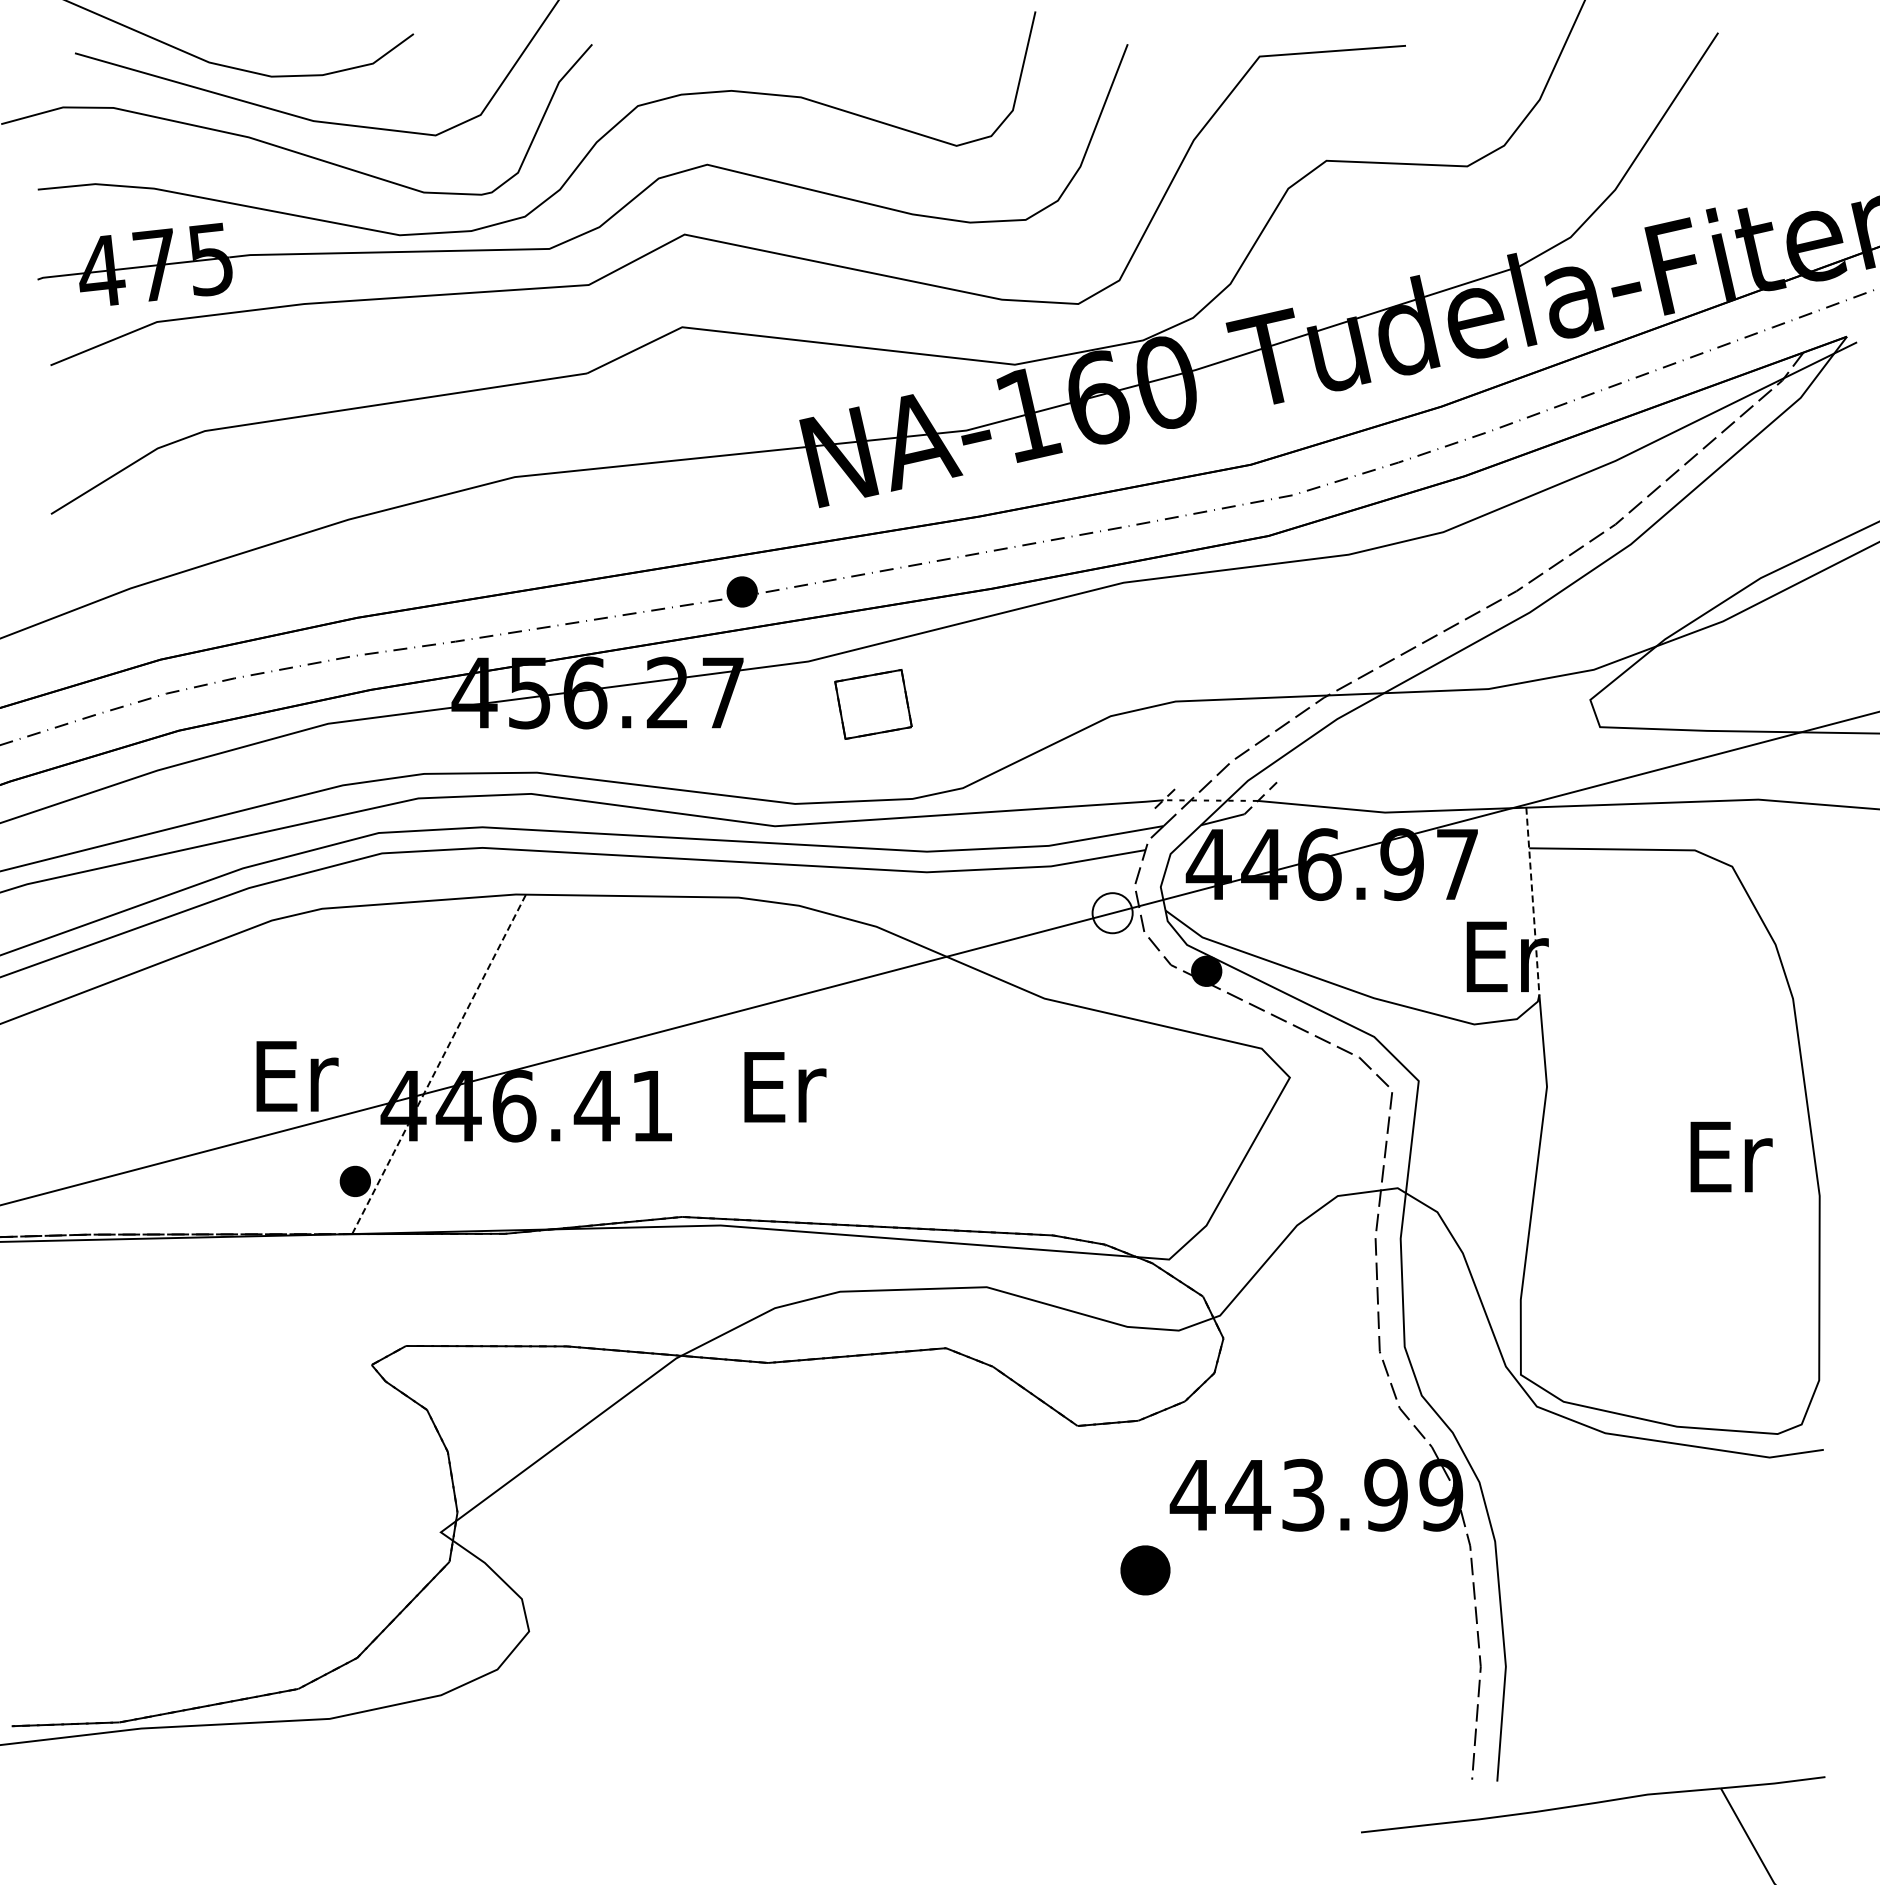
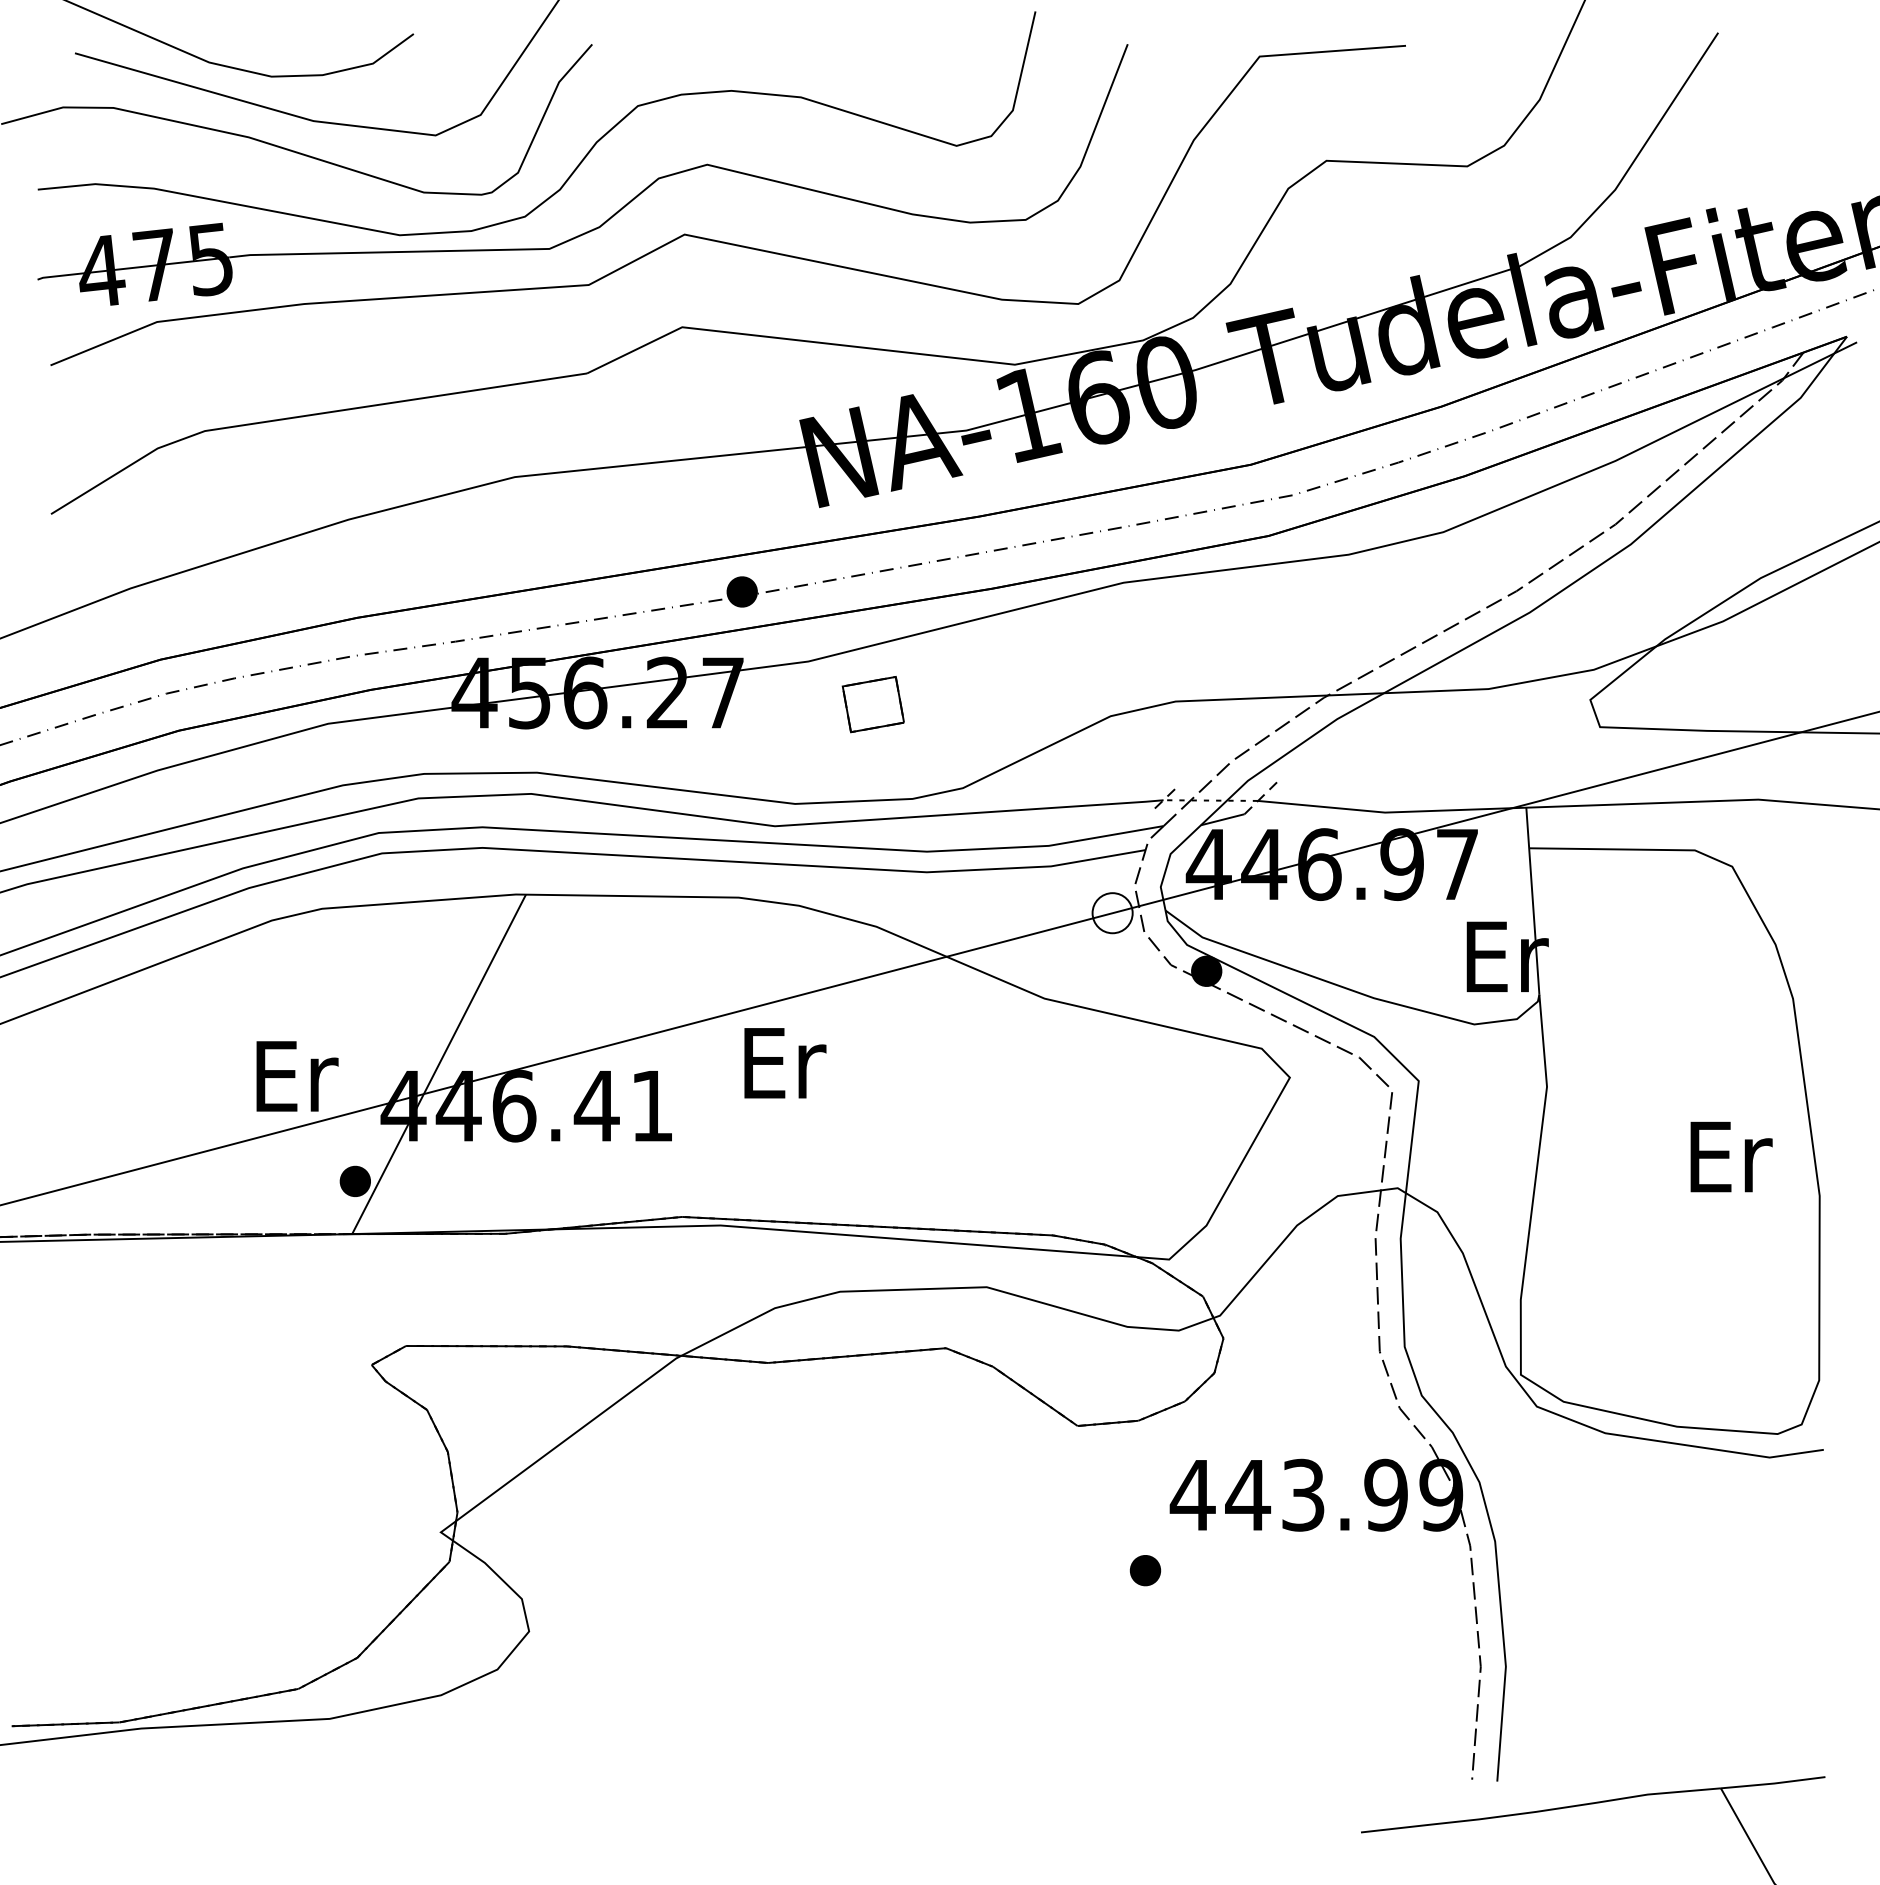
part at (873, 704) size: 79x71 px -> 64x58 px
line at (1532, 901): dashed -> solid
line at (439, 1064): dashed -> solid
text at (785, 1087) position: (785, 1087) -> (785, 1063)
part at (1145, 1570) size: 51x51 px -> 33x32 px
